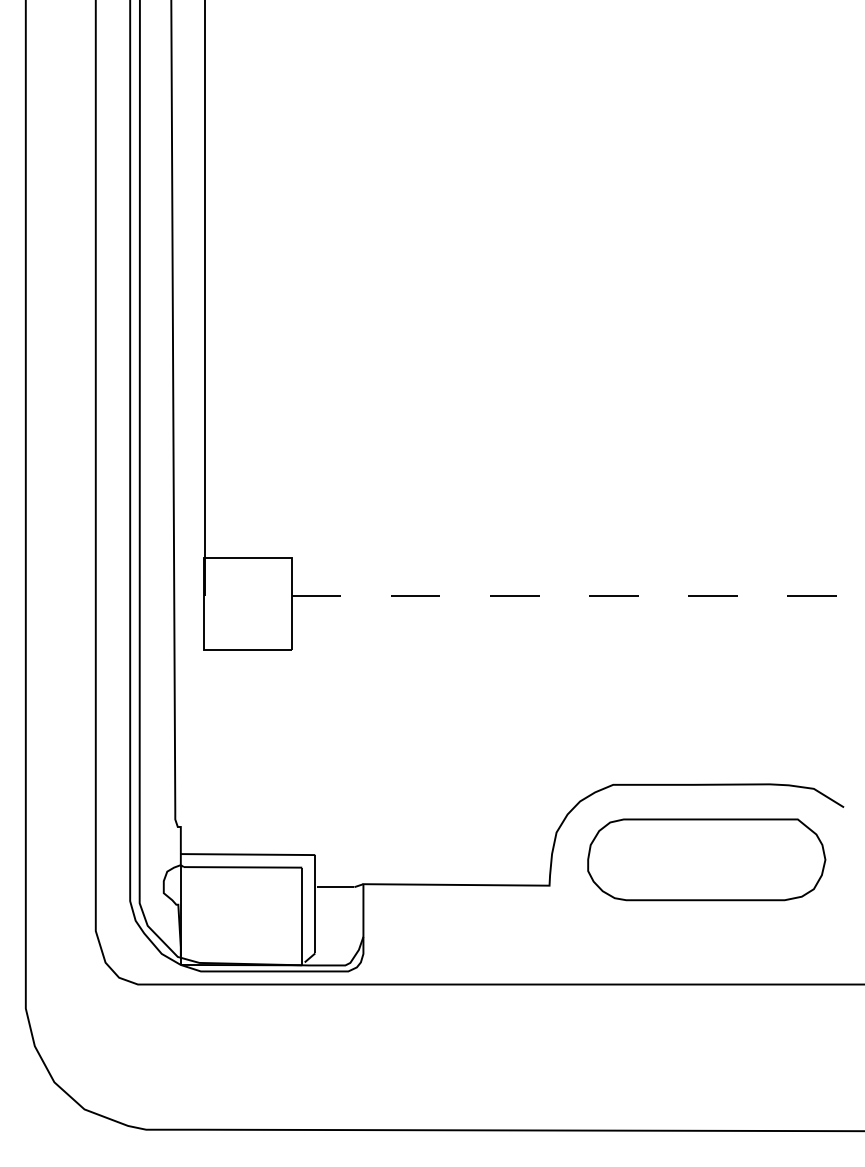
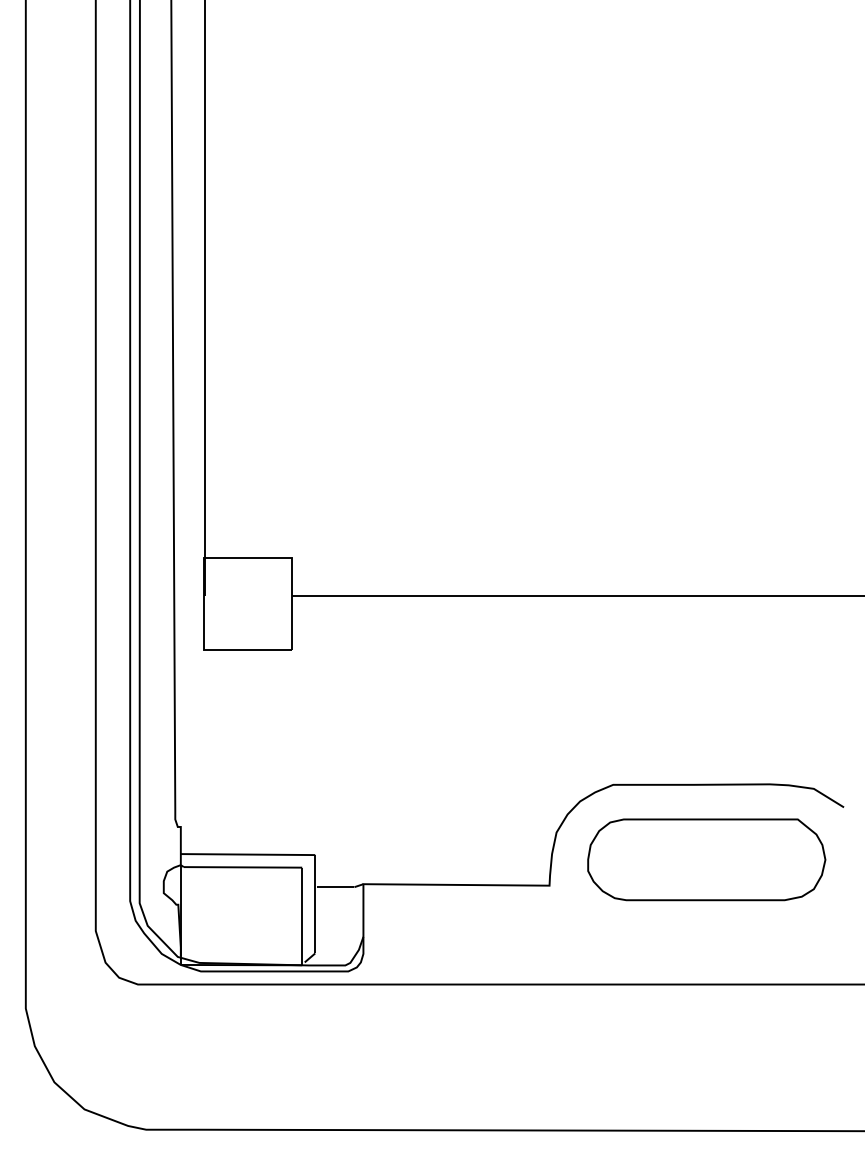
line at (578, 595): dashed -> solid
